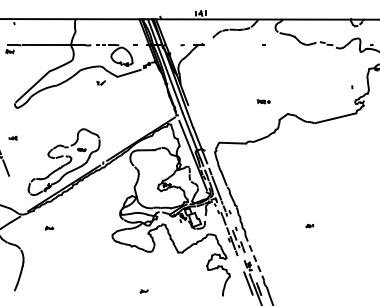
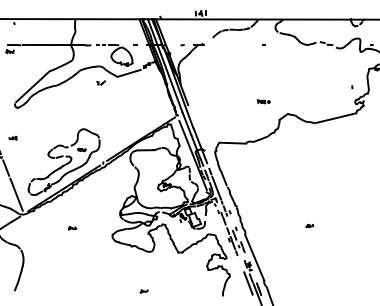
line at (16, 194): none -> present
part at (49, 227) position: (49, 227) -> (72, 227)
line at (254, 257): dashed -> solid
